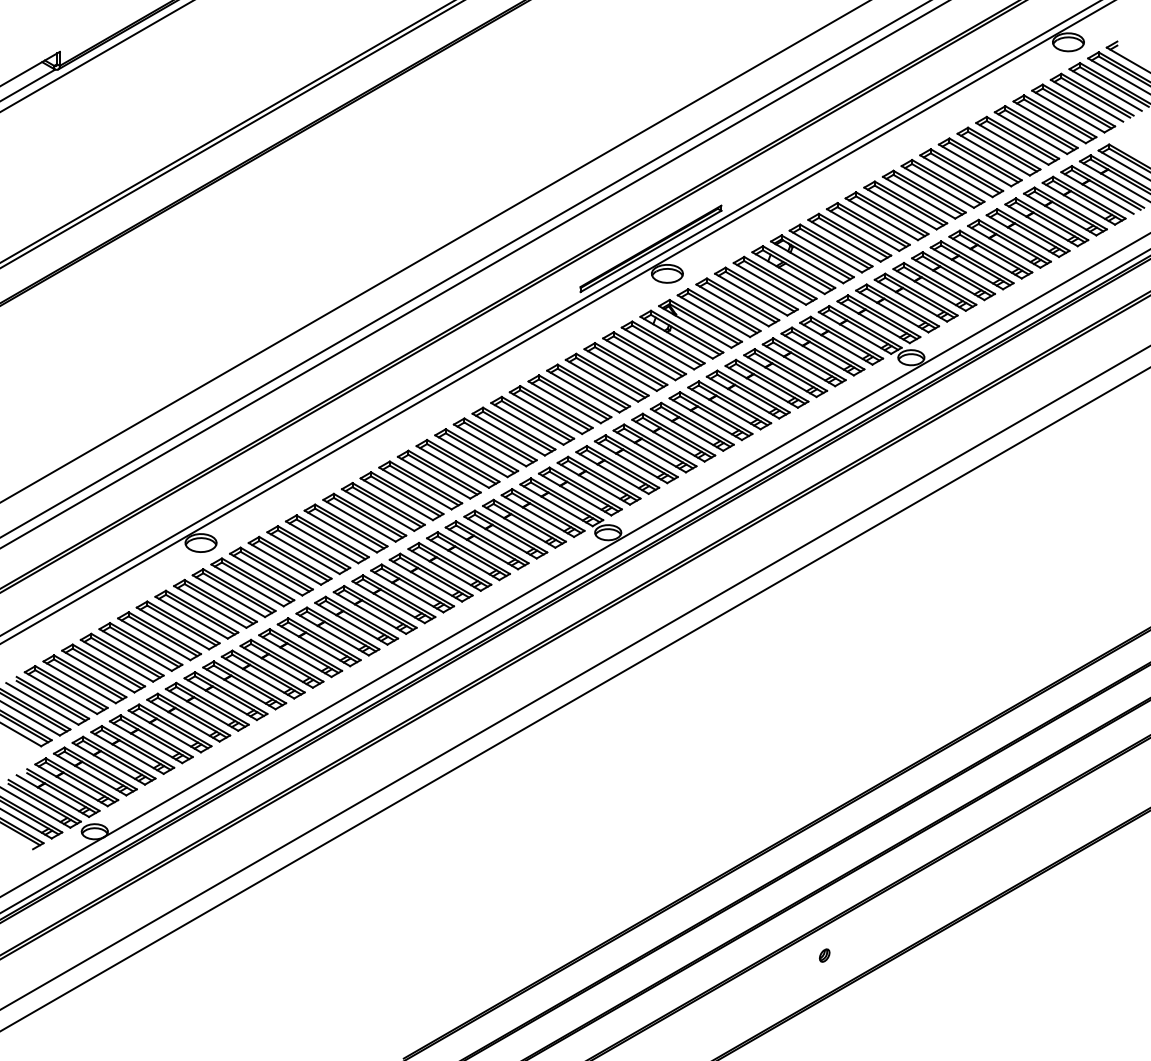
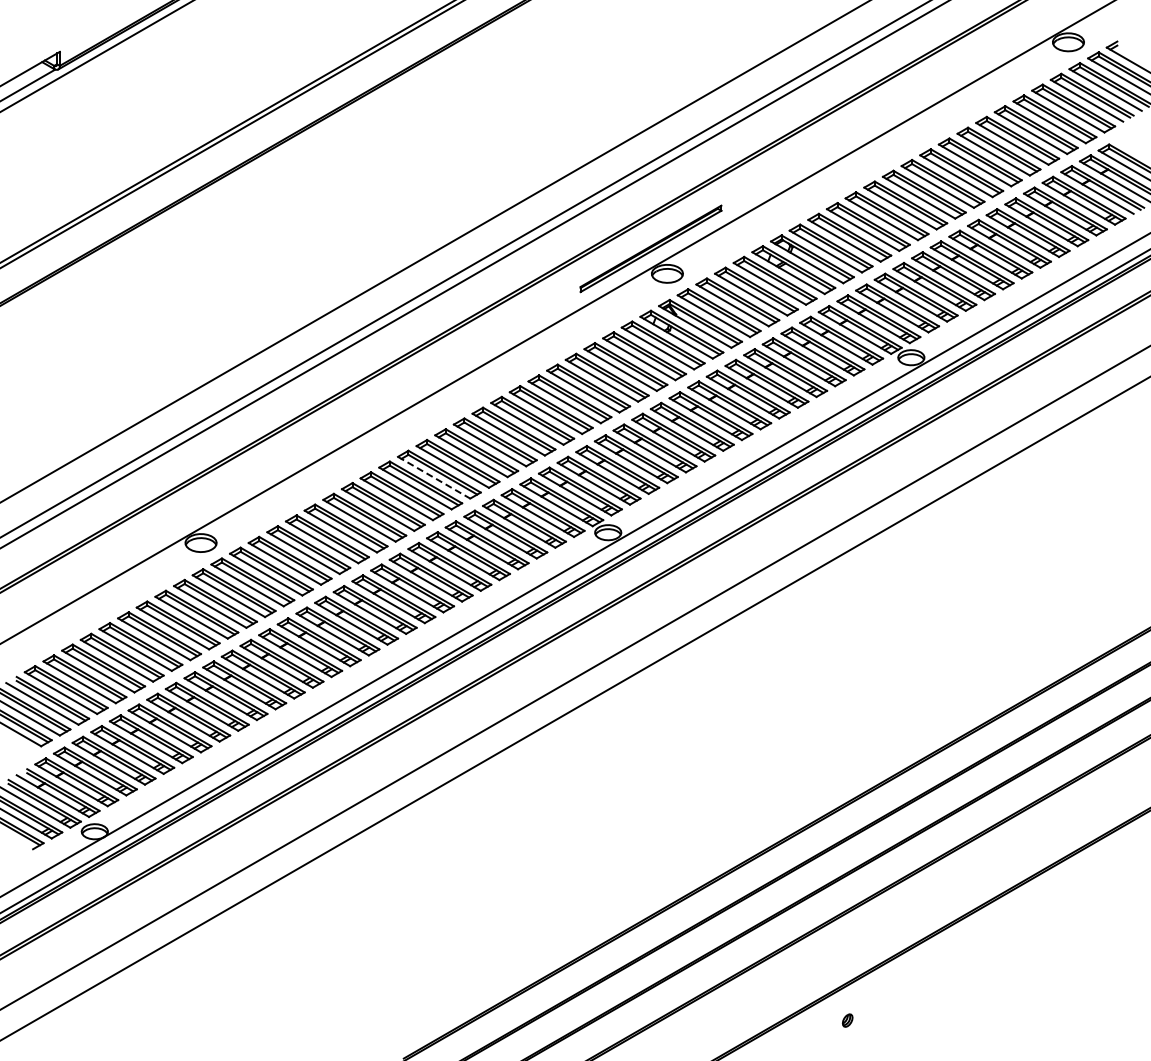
line at (550, 318): present -> none
line at (434, 477): solid -> dashed
line at (574, 699) position: (574, 699) -> (574, 708)
part at (824, 955) position: (824, 955) -> (847, 1020)
